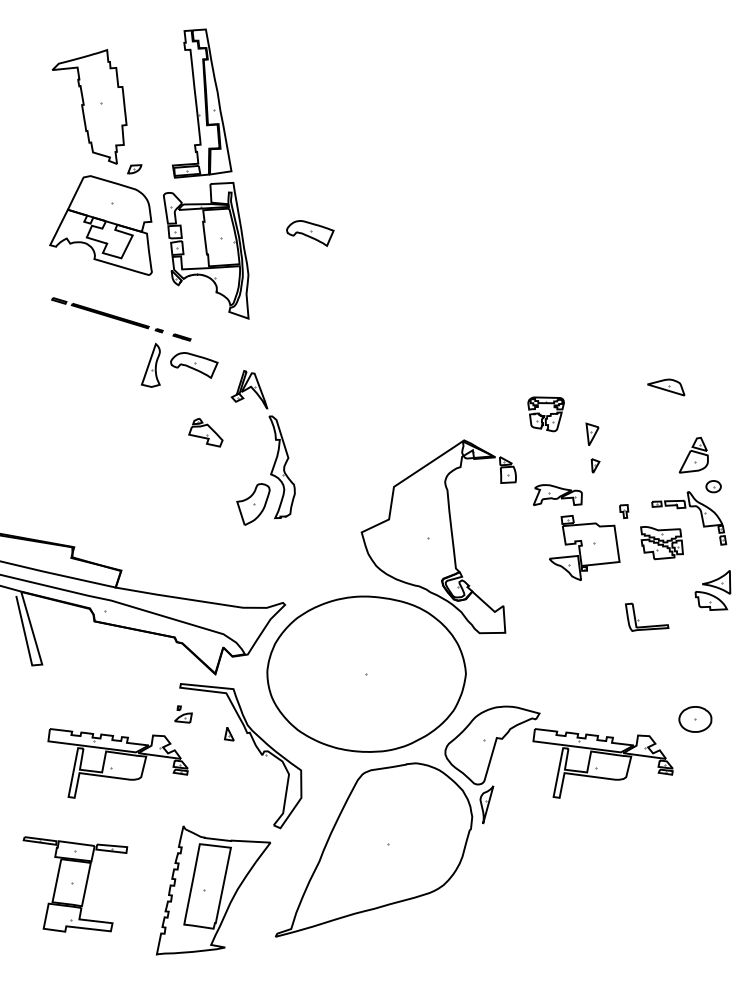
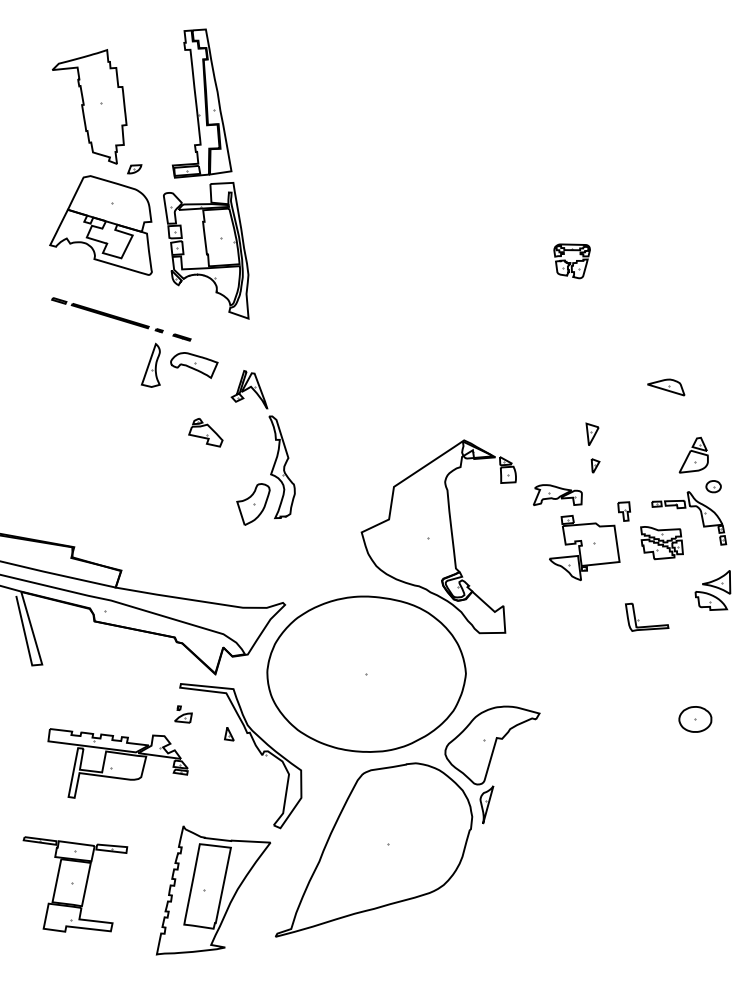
part at (310, 233): present -> none
part at (545, 414) position: (545, 414) -> (571, 261)
part at (624, 511) size: 11x15 px -> 14x21 px
part at (602, 763): present -> none
